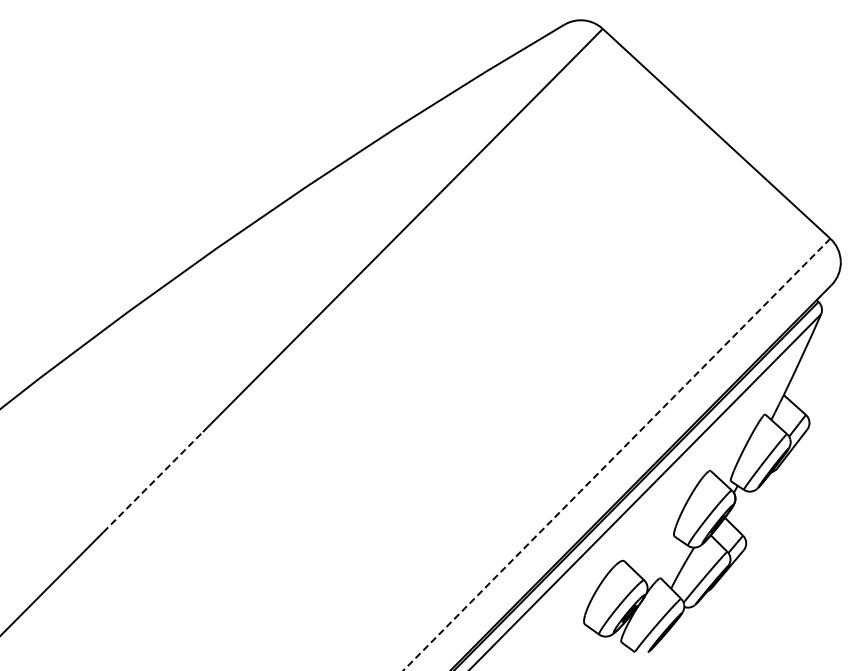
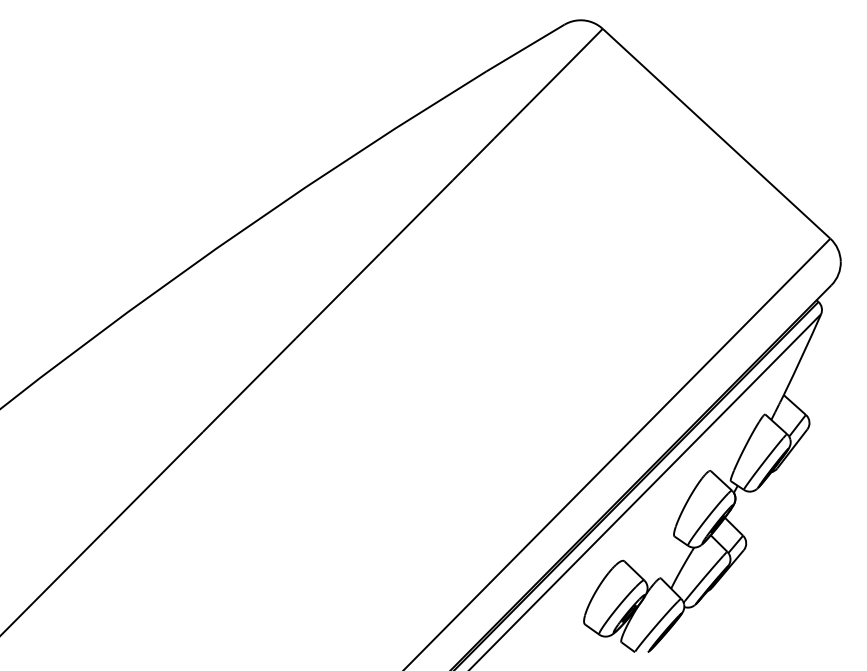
line at (616, 454): dashed -> solid
line at (153, 482): dashed -> solid
